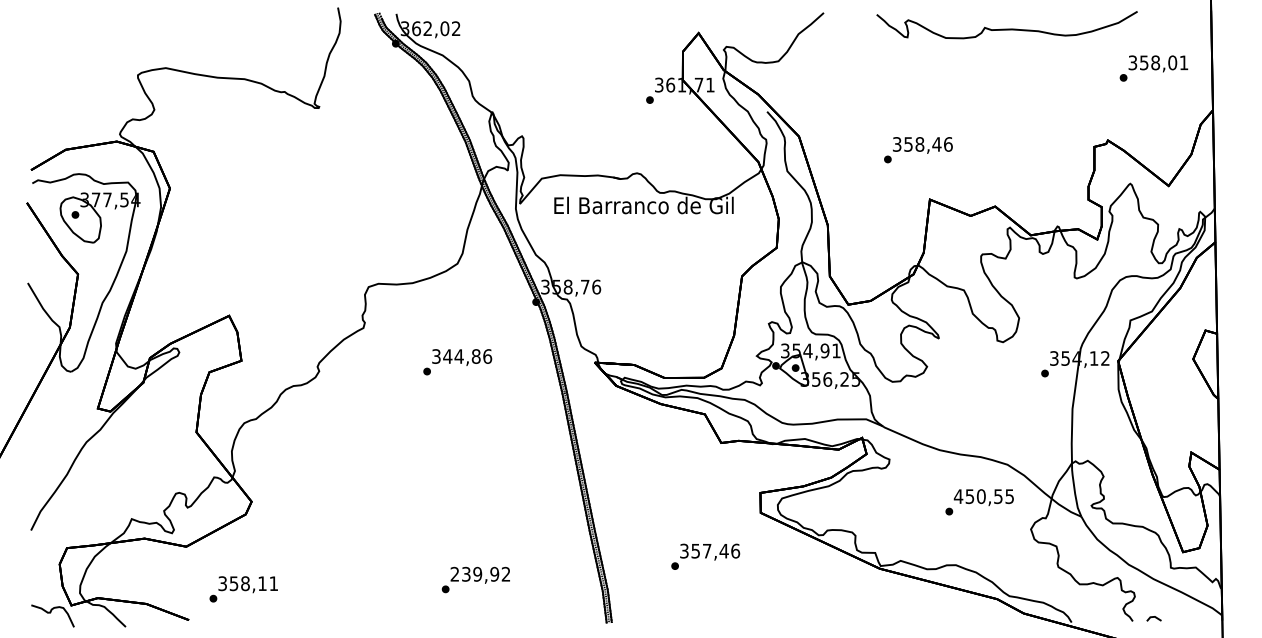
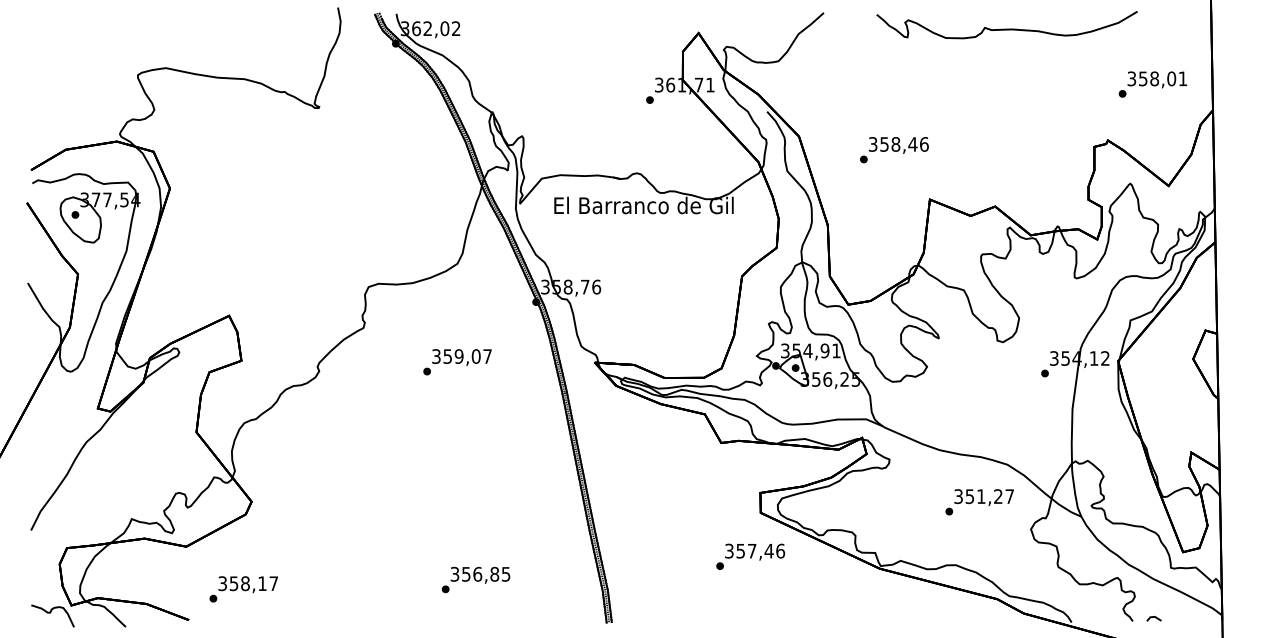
text at (1153, 68) position: (1153, 68) -> (1152, 84)
text at (918, 150) position: (918, 150) -> (894, 150)
text at (467, 356): 344,86 -> 359,07
text at (983, 496): 450,55 -> 351,27
text at (705, 556) position: (705, 556) -> (750, 556)
text at (480, 573): 239,92 -> 356,85
text at (273, 583): 358,11 -> 358,17
